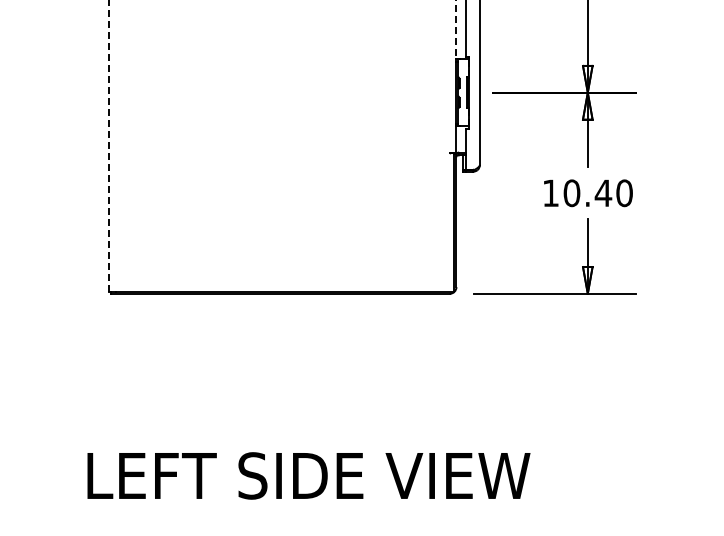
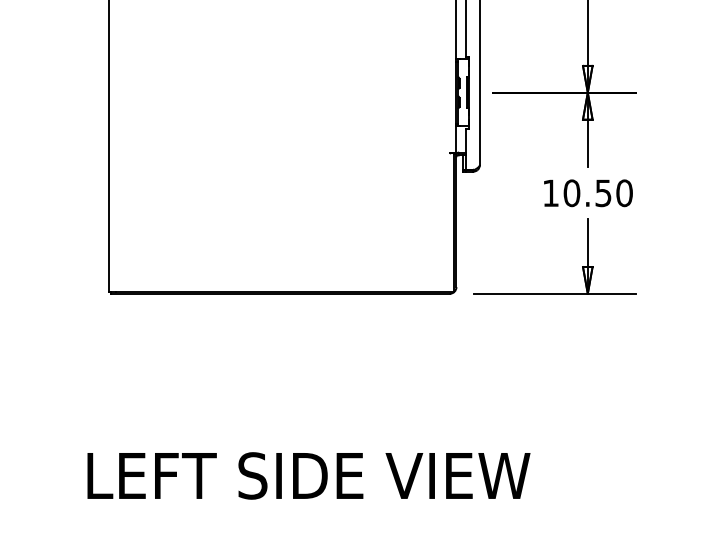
line at (456, 30): dashed -> solid
line at (109, 145): dashed -> solid
text at (603, 193): 10.40 -> 10.50
